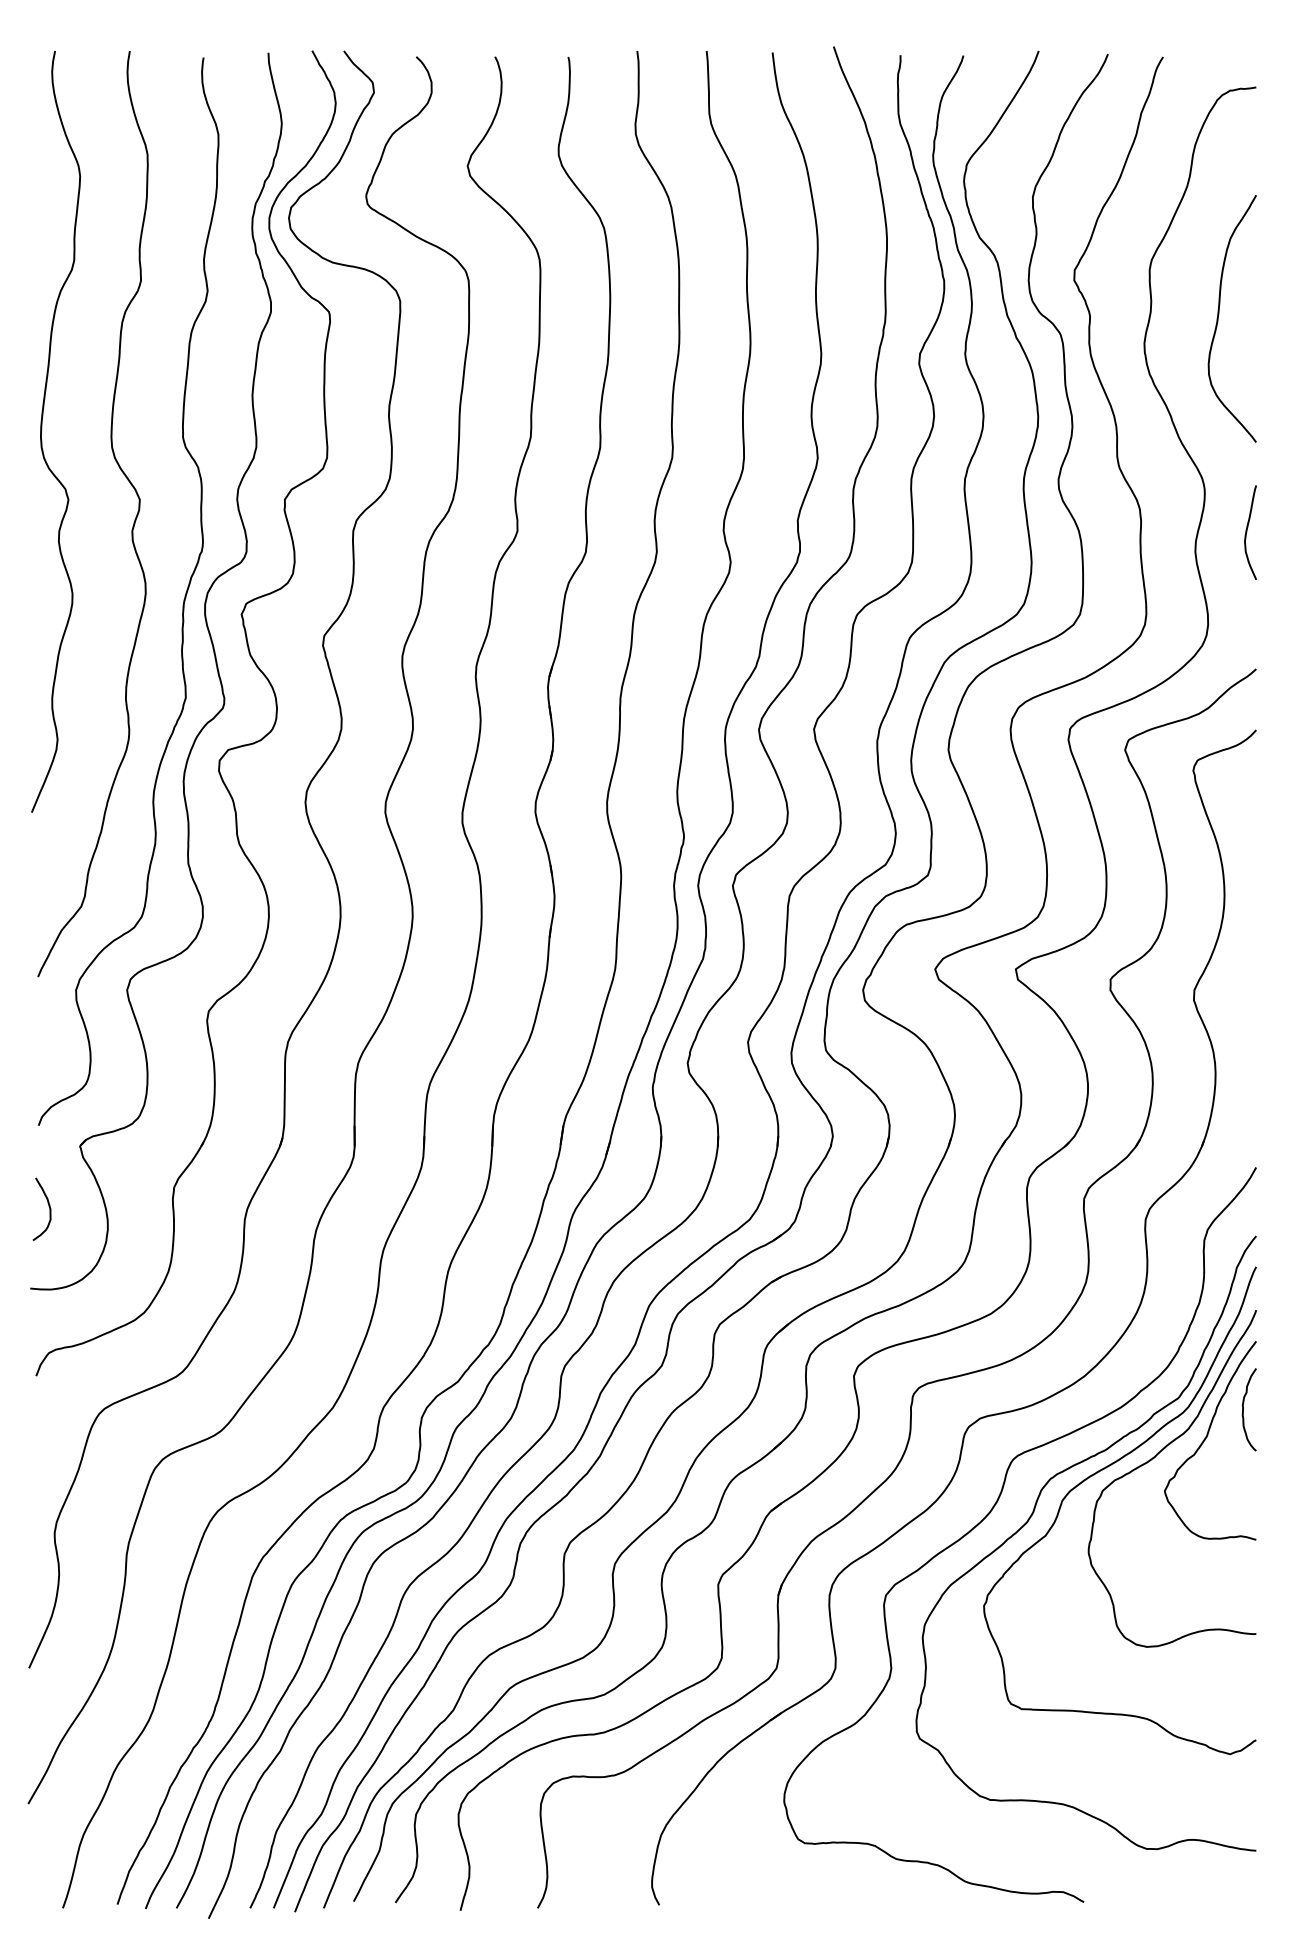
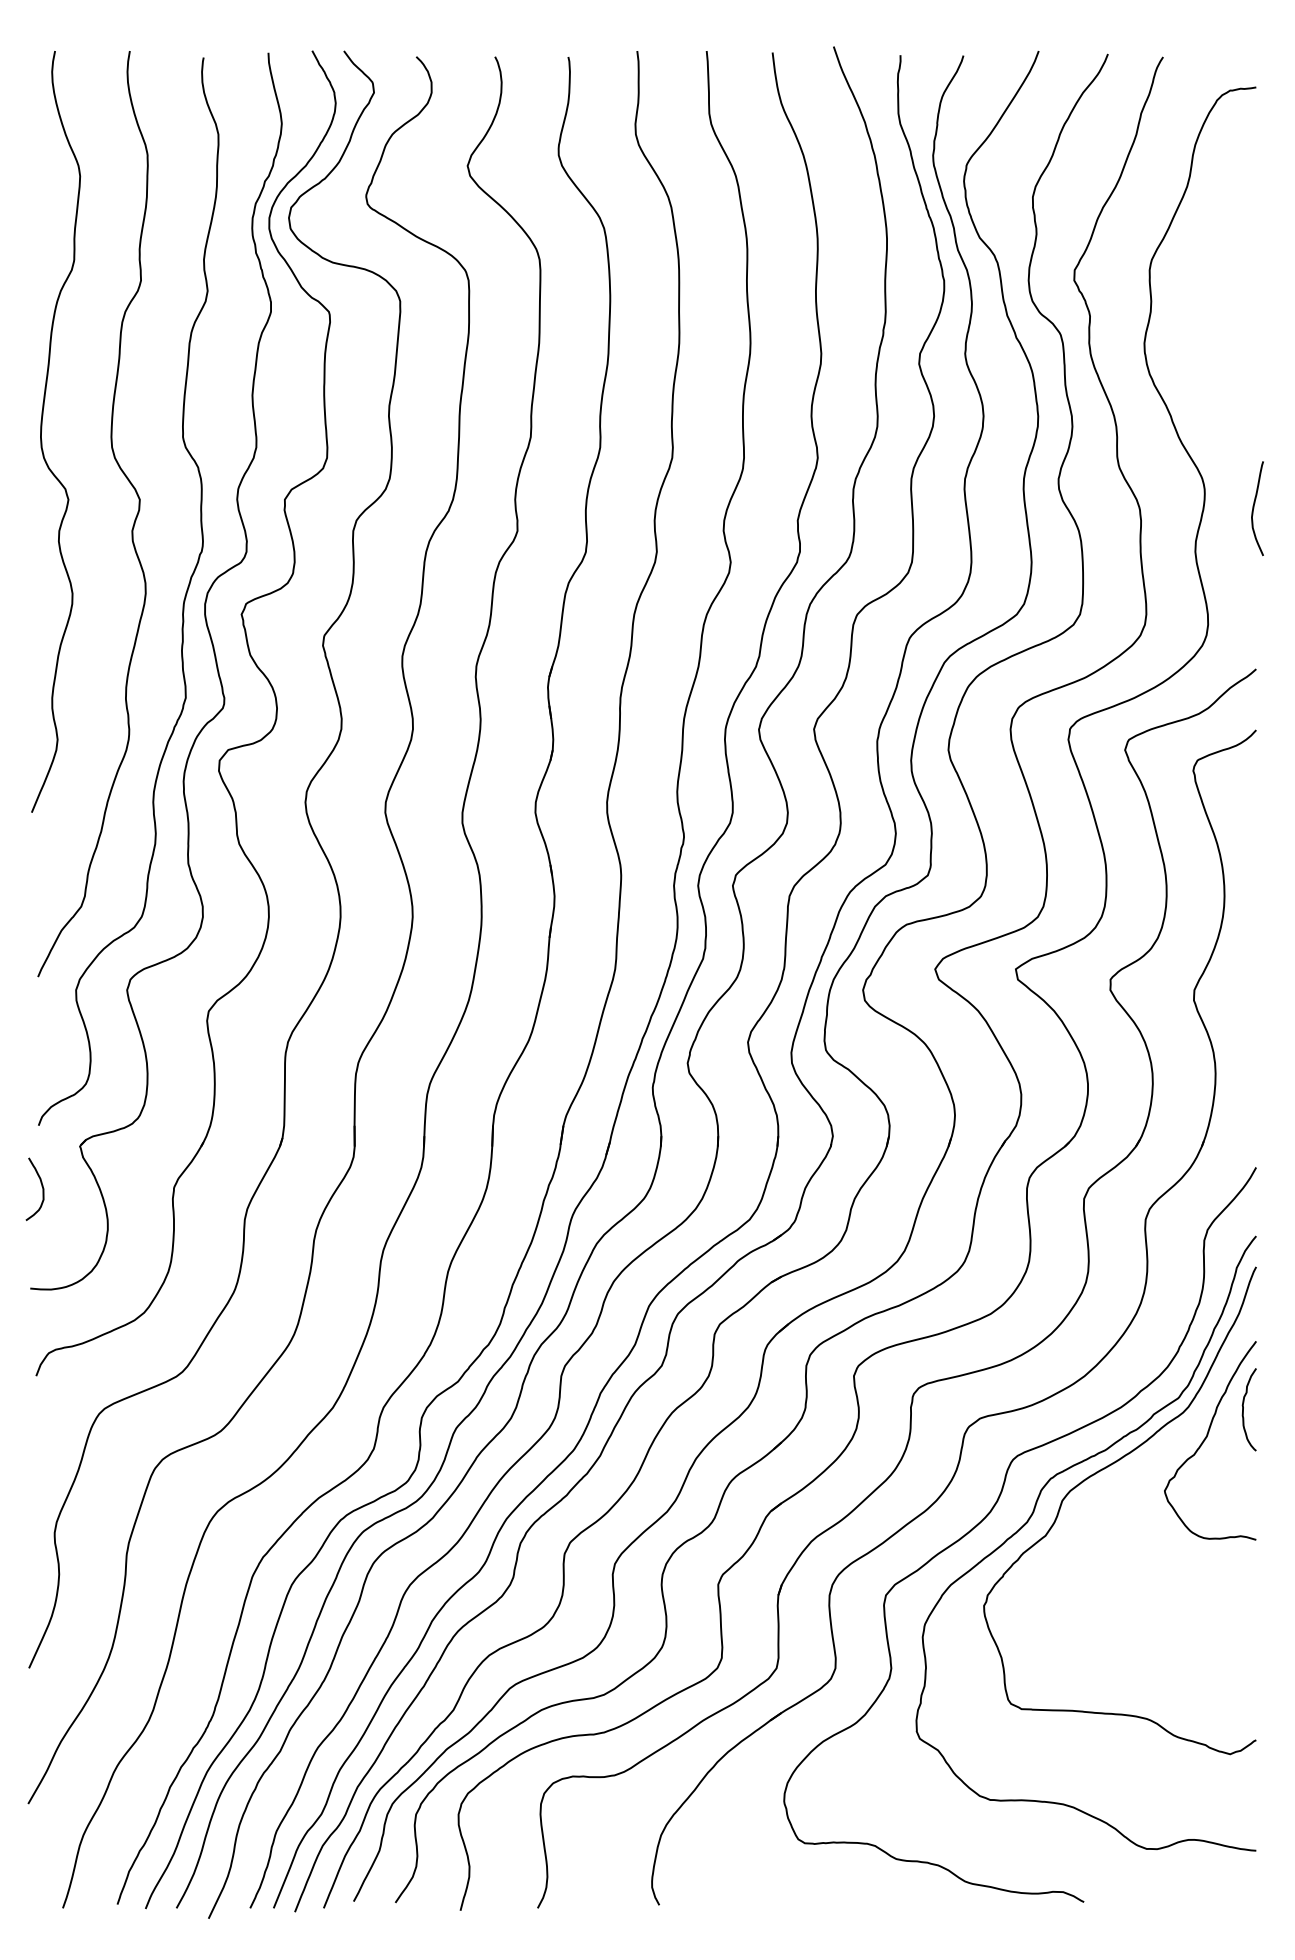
curve at (1219, 314): present -> none
curve at (1247, 532) position: (1247, 532) -> (1254, 508)
curve at (48, 1206) position: (48, 1206) -> (41, 1186)
curve at (1153, 1459): present -> none
